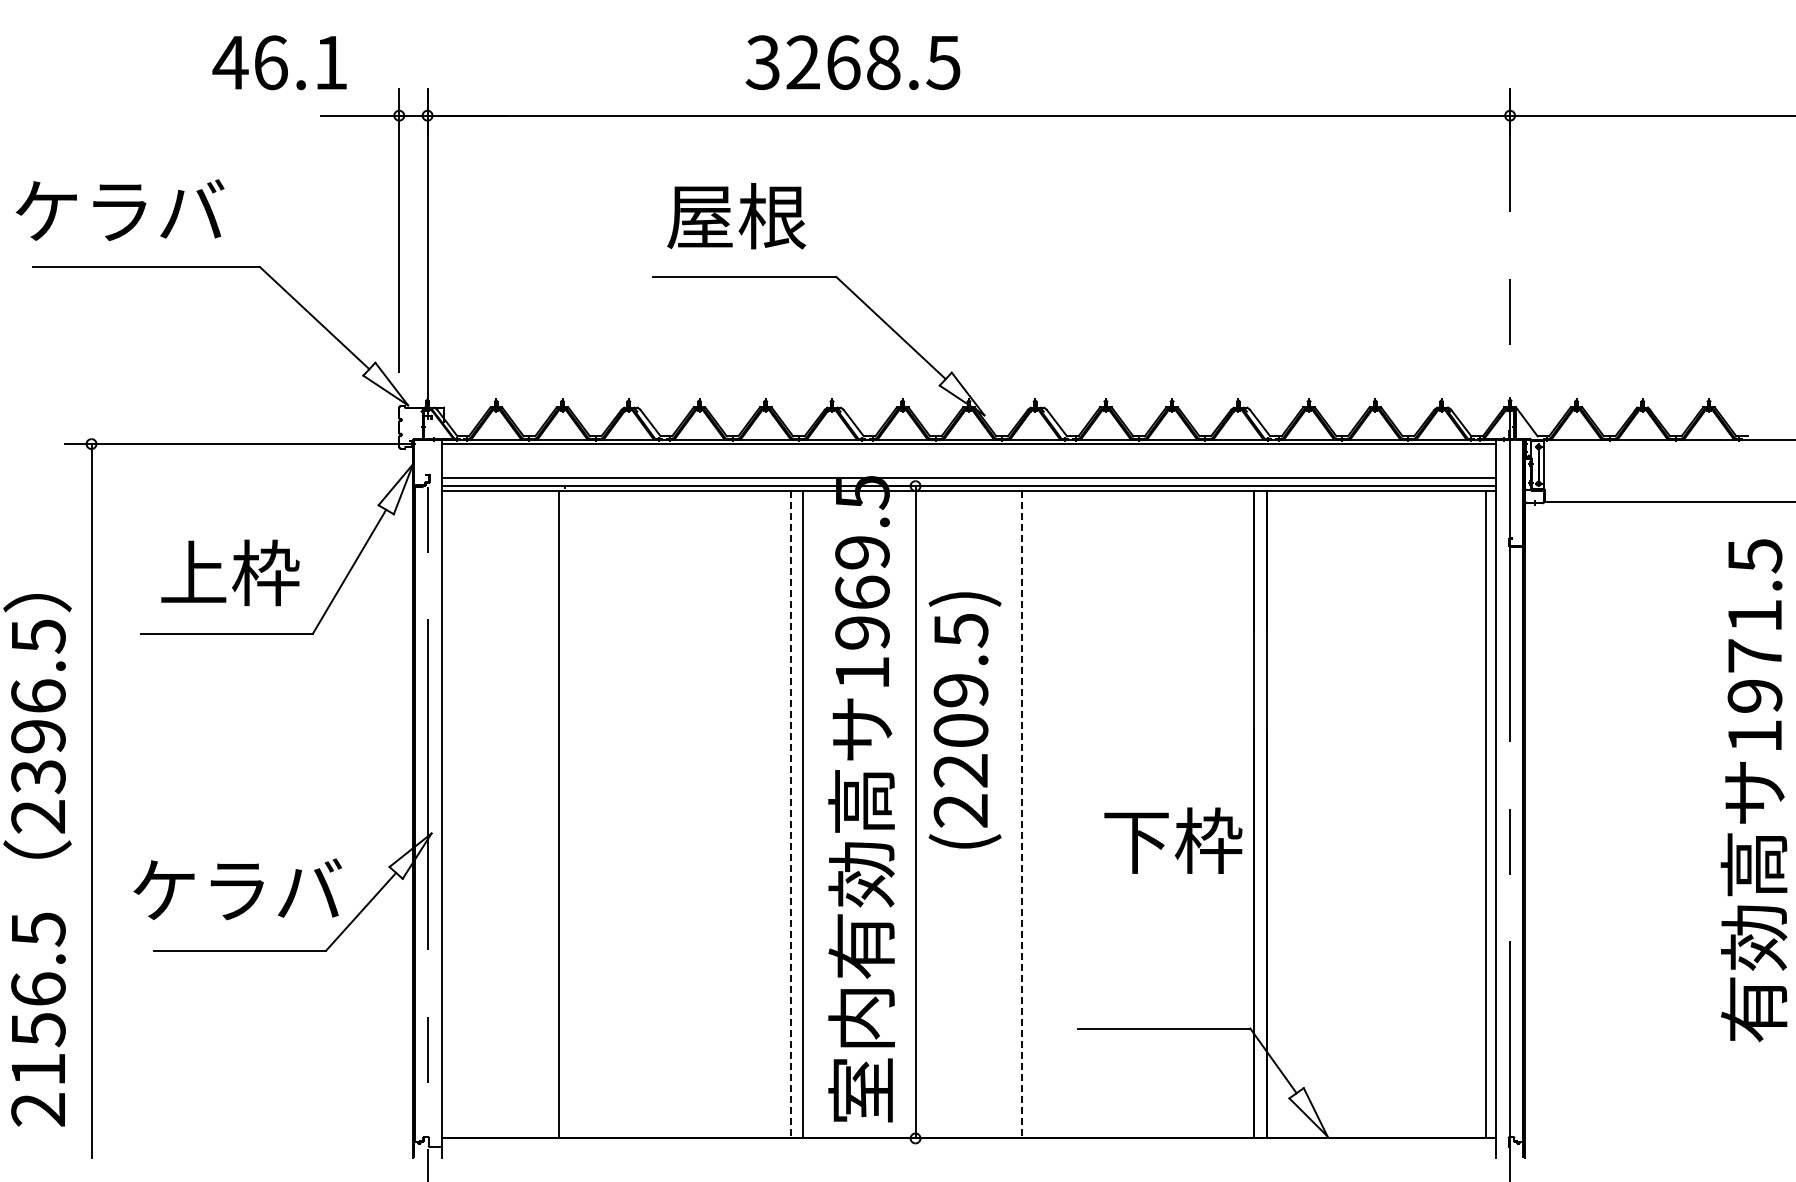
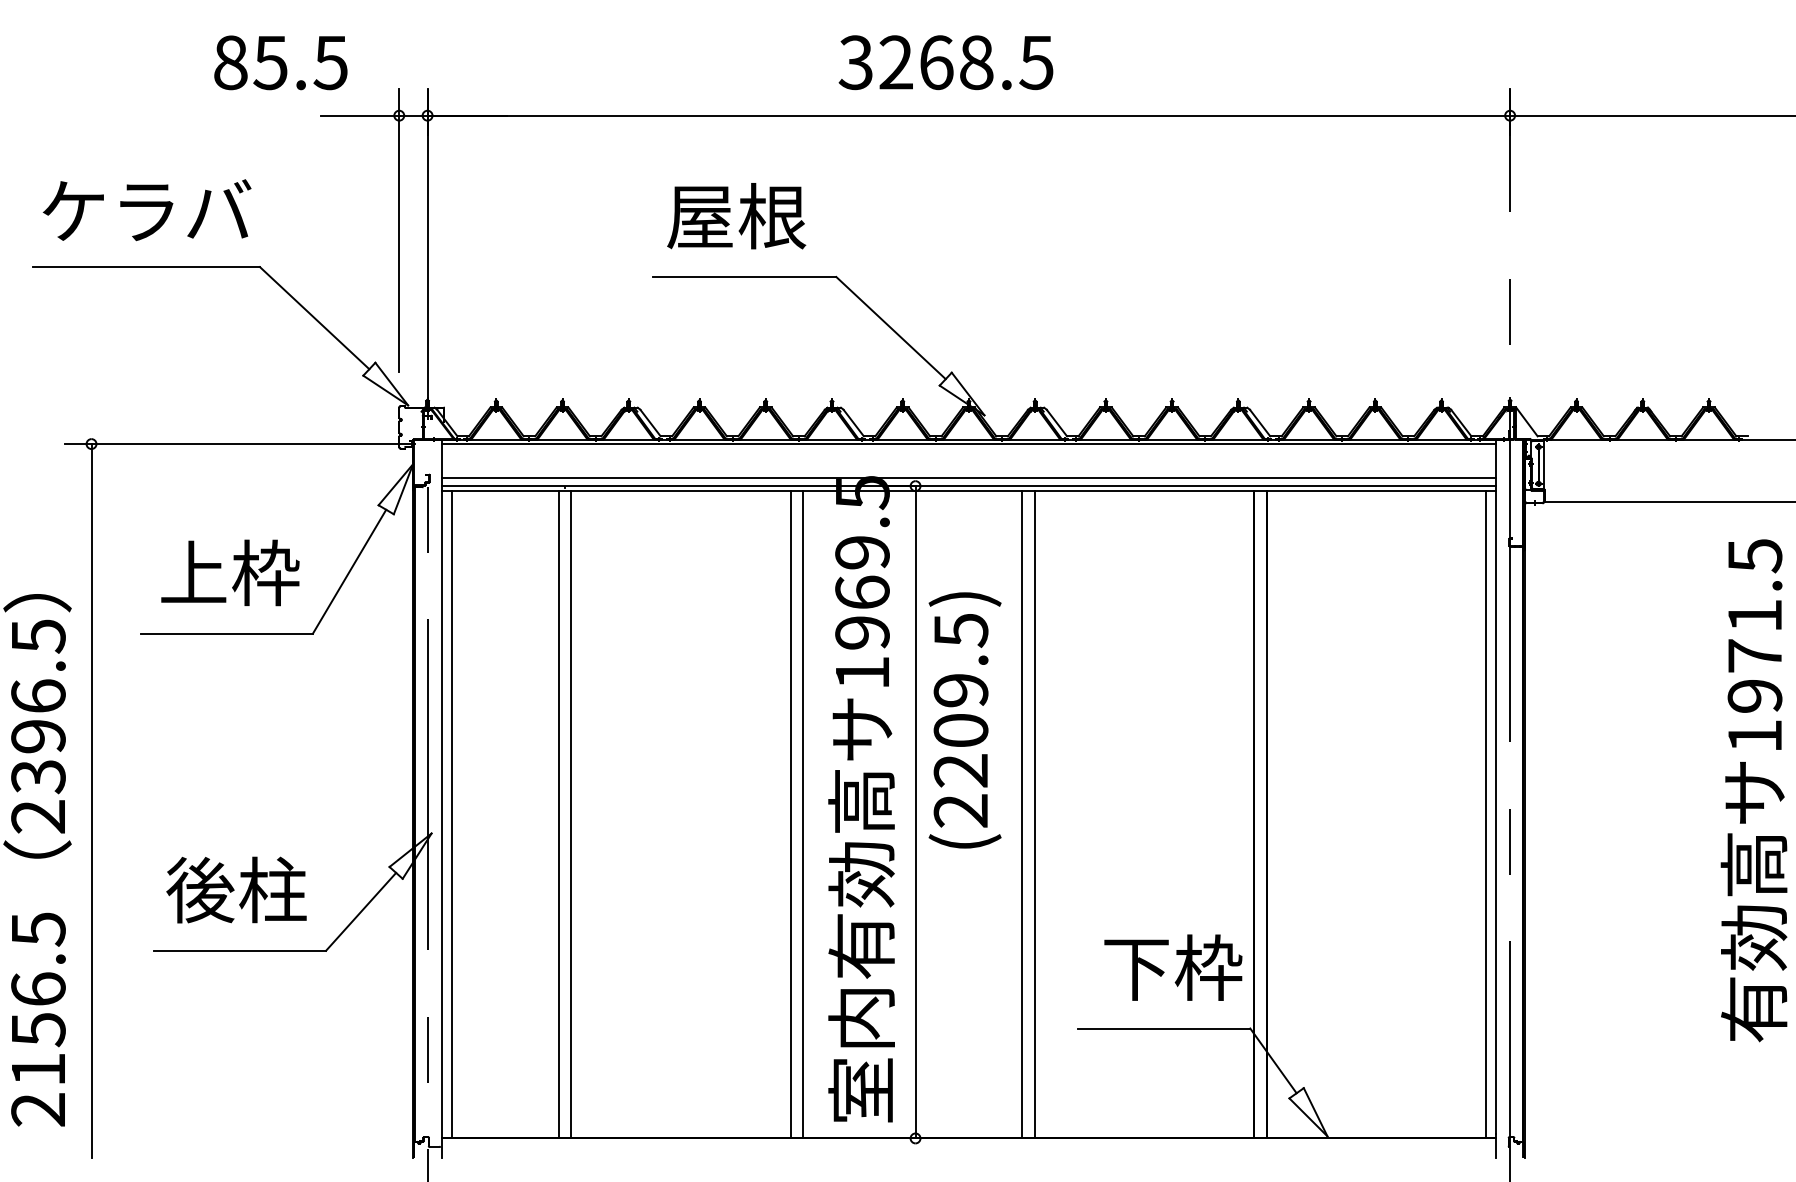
text at (279, 62): 46.1 -> 85.5
text at (852, 62) position: (852, 62) -> (945, 62)
text at (119, 210) position: (119, 210) -> (146, 210)
line at (451, 814): none -> present
line at (571, 814): none -> present
line at (1034, 814): none -> present
line at (790, 815): dashed -> solid
line at (1022, 815): dashed -> solid
text at (1173, 840) position: (1173, 840) -> (1173, 967)
text at (237, 889): ケラバ -> 後柱
